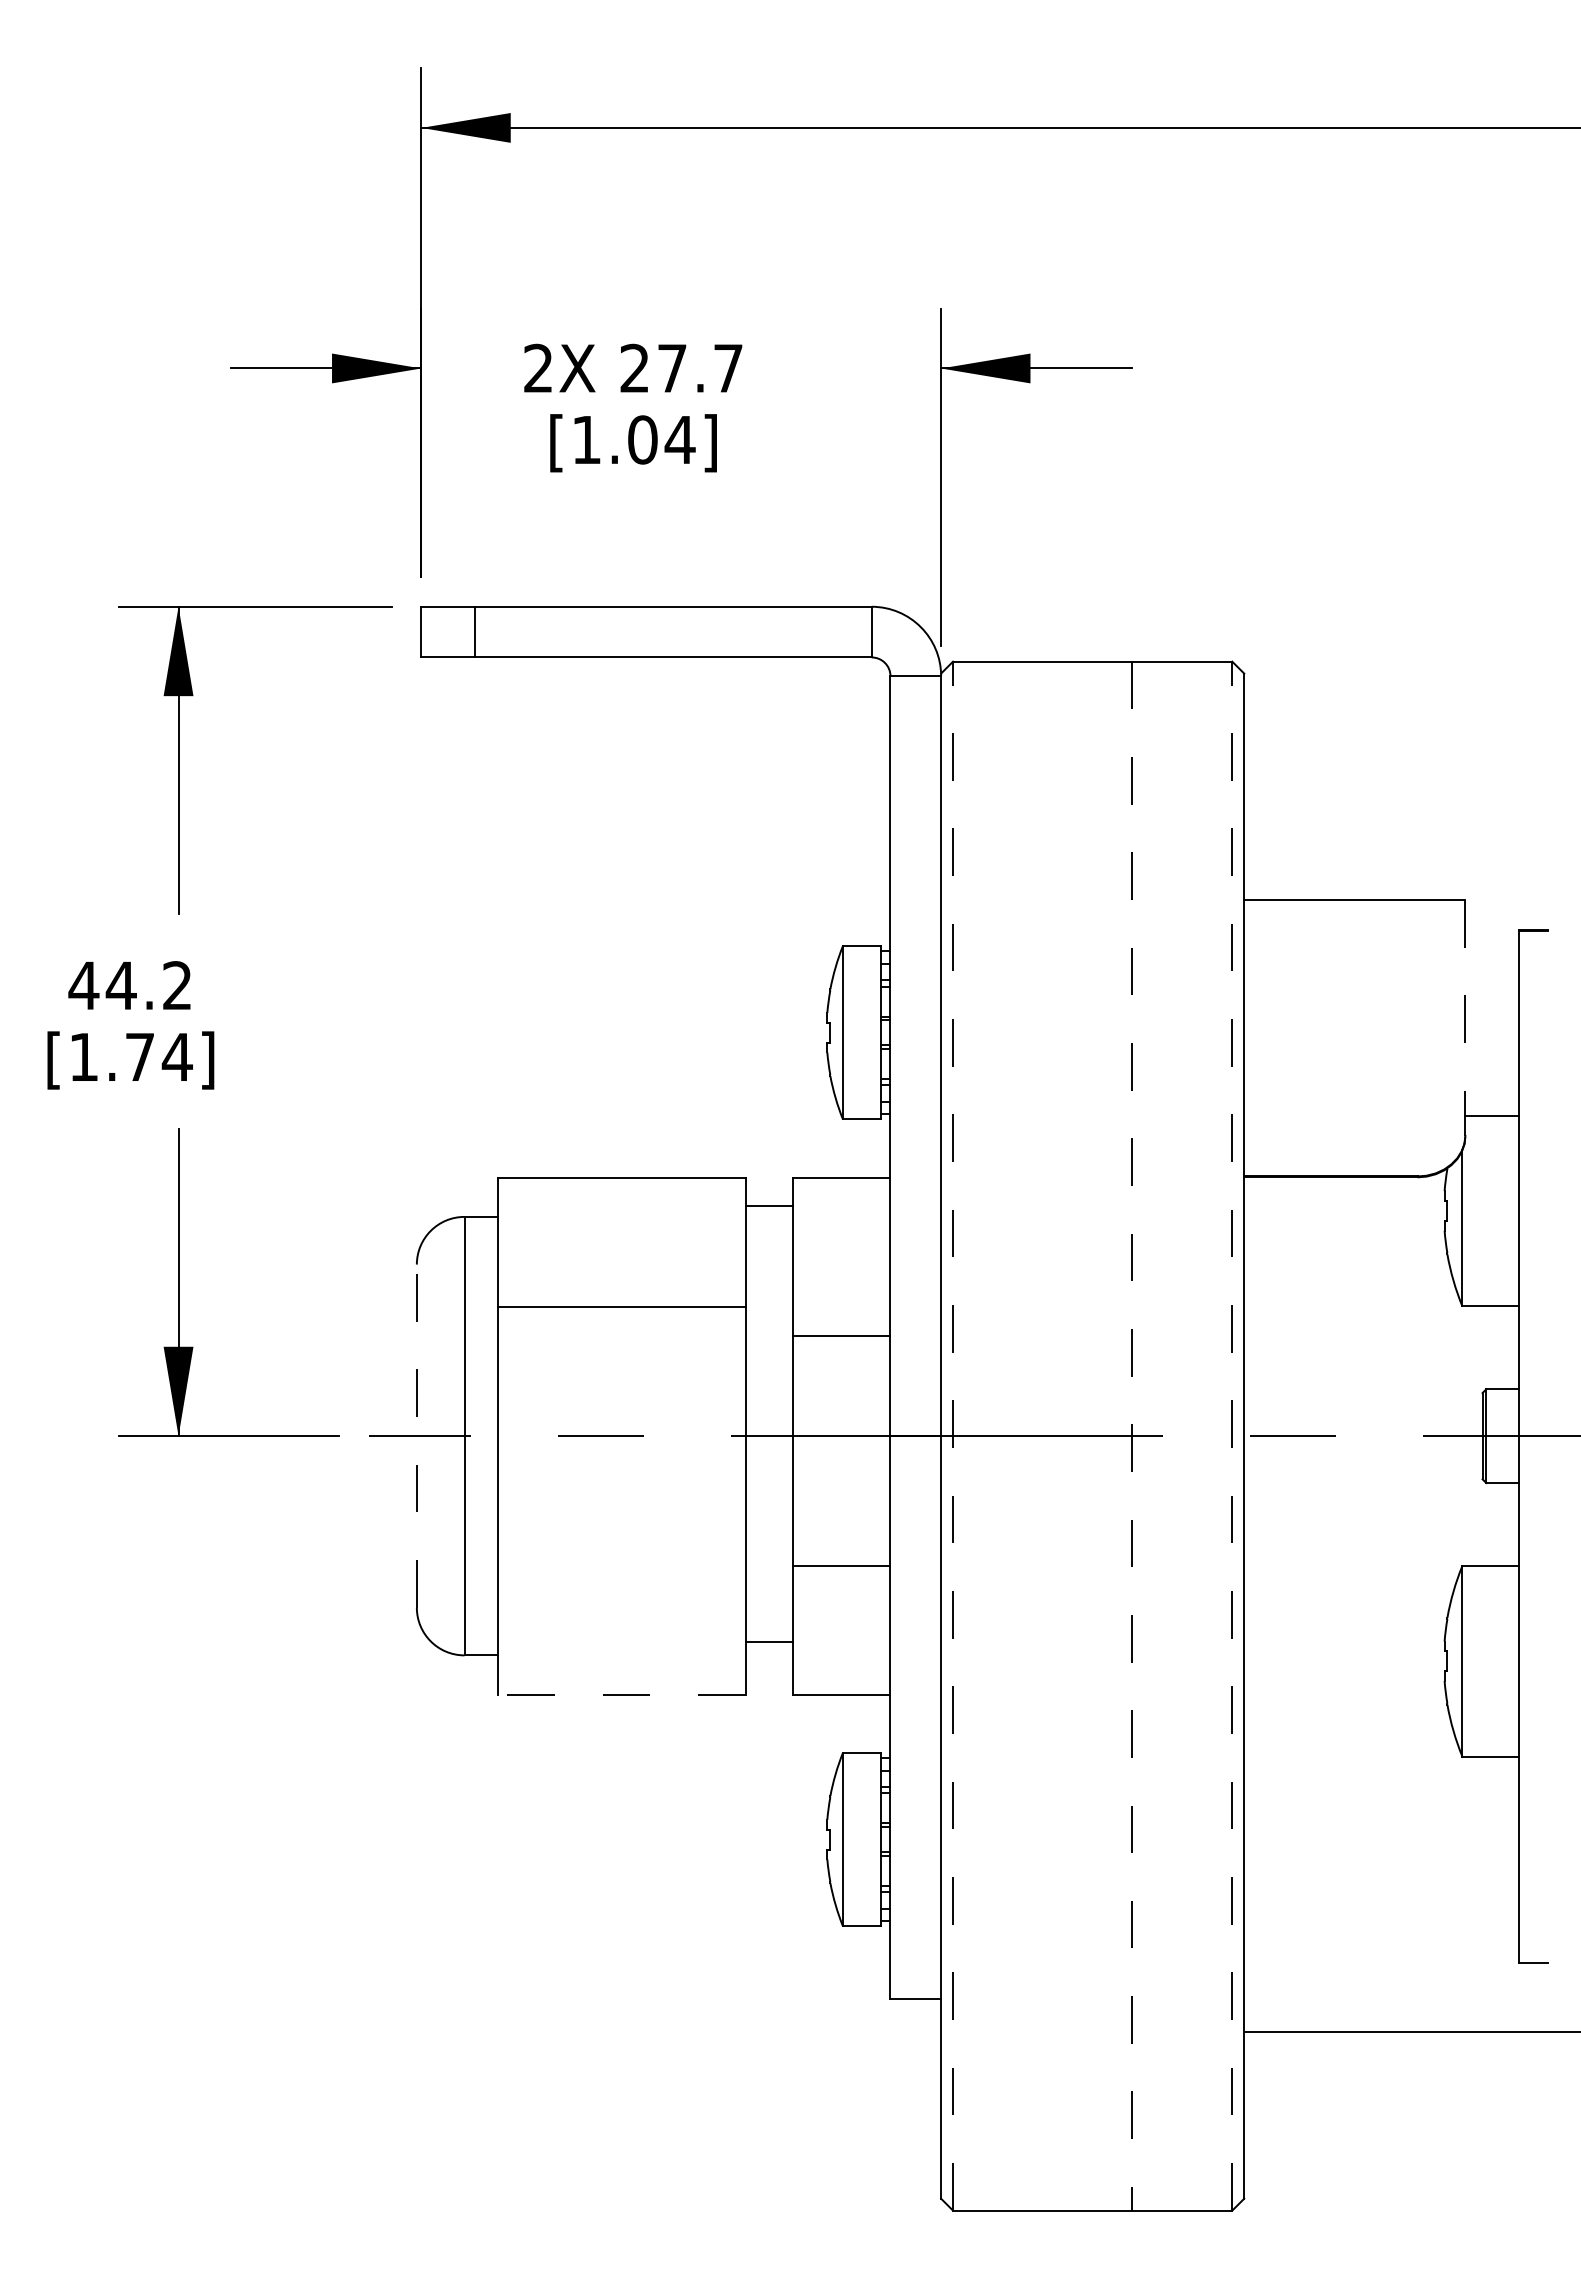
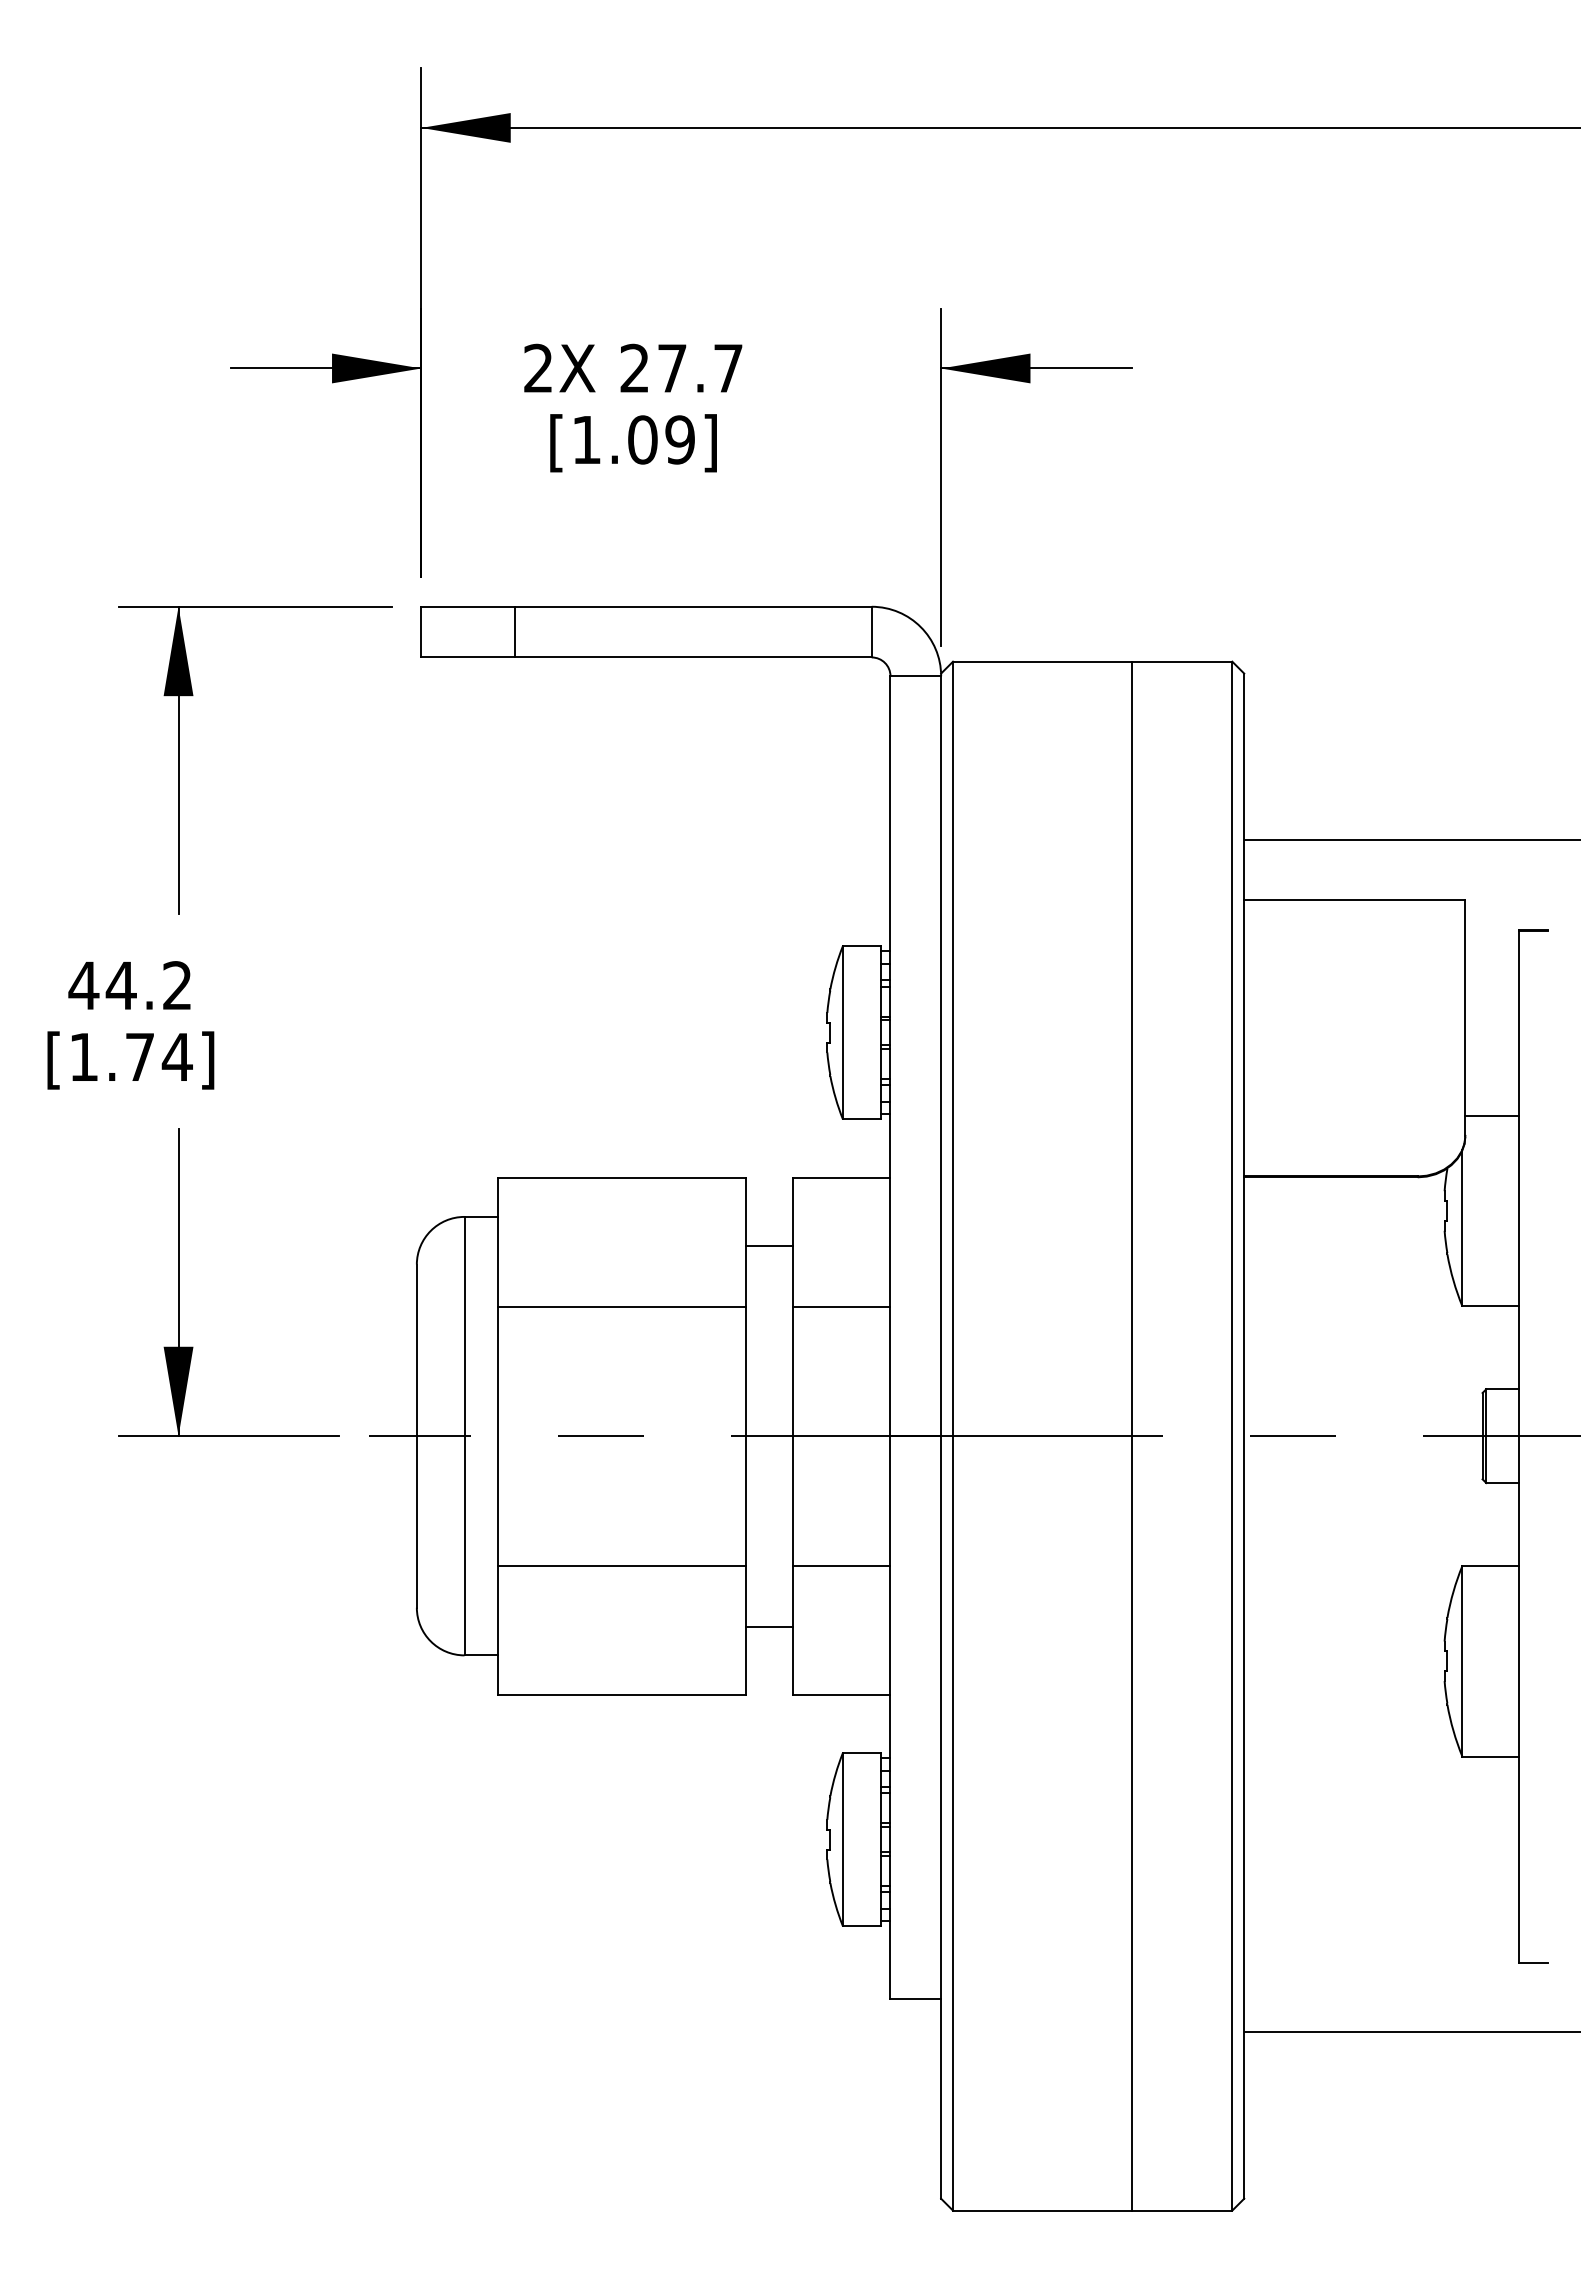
text at (679, 439): [1.04] -> [1.09]
line at (475, 631) position: (475, 631) -> (515, 631)
line at (1410, 840): none -> present
line at (1465, 1017): dashed -> solid
line at (769, 1205) position: (769, 1205) -> (769, 1245)
line at (841, 1335) position: (841, 1335) -> (841, 1306)
line at (953, 1435): dashed -> solid
line at (1232, 1435): dashed -> solid
line at (416, 1436): dashed -> solid
line at (1131, 1436): dashed -> solid
line at (621, 1565): none -> present
line at (769, 1641) position: (769, 1641) -> (769, 1626)
line at (621, 1694): dashed -> solid
